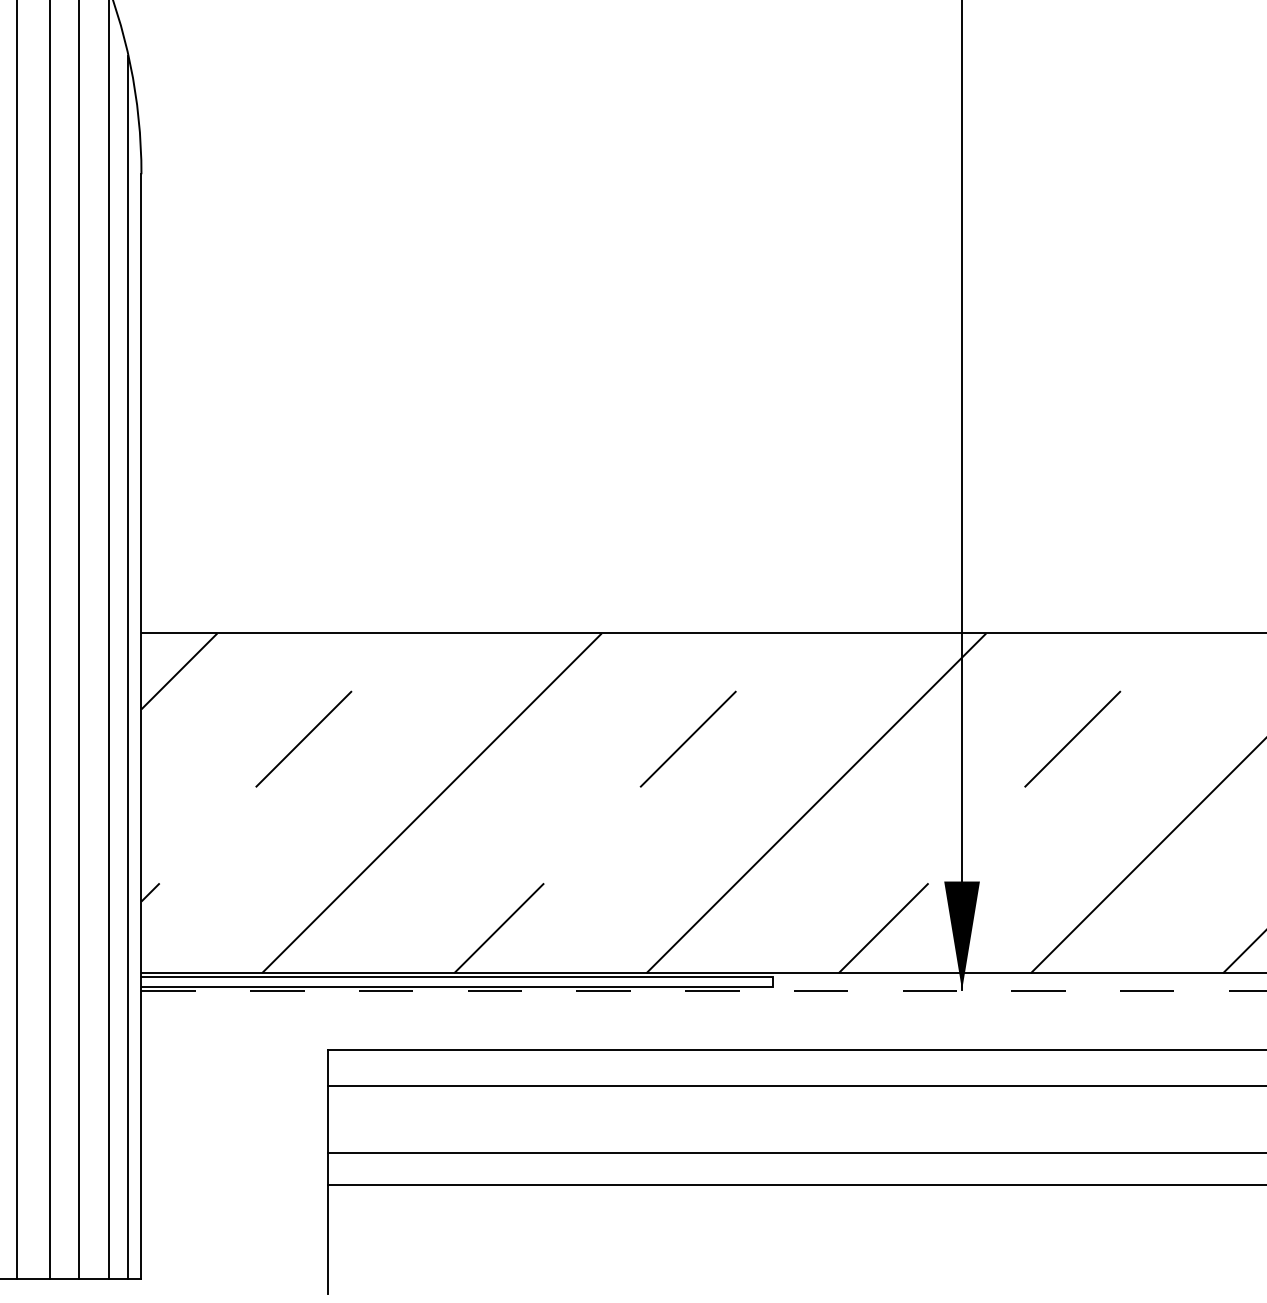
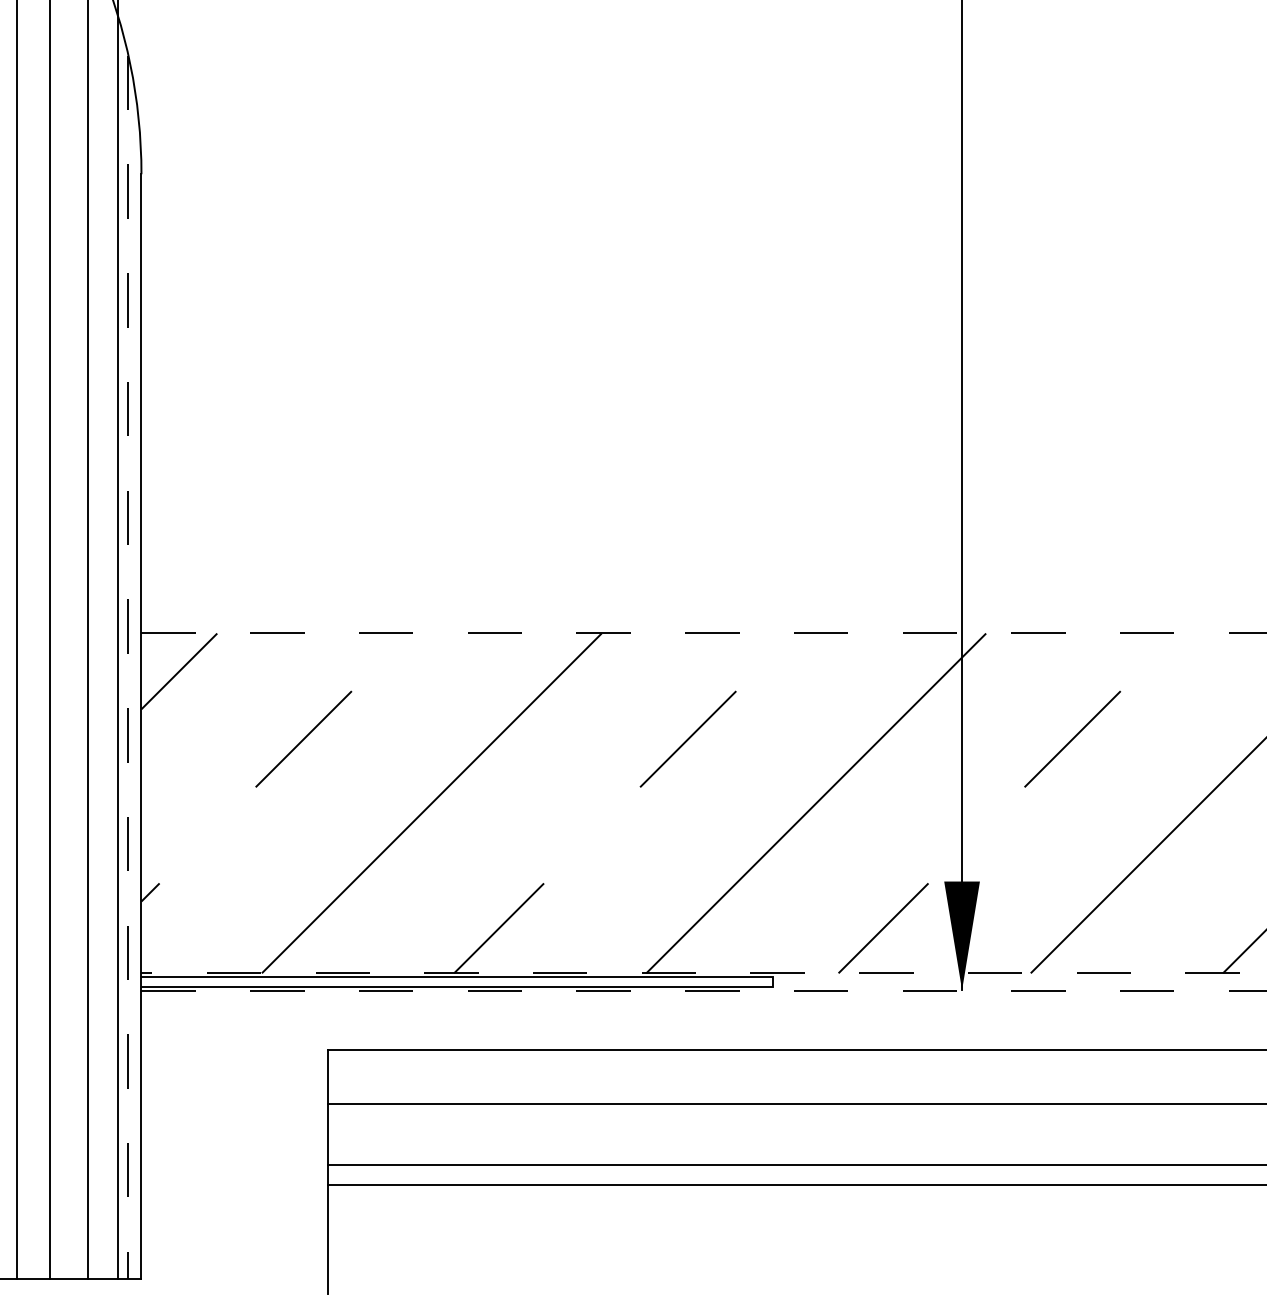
line at (704, 633): solid -> dashed
line at (79, 640) position: (79, 640) -> (88, 640)
line at (108, 640) position: (108, 640) -> (117, 640)
line at (128, 667): solid -> dashed
line at (703, 972): solid -> dashed
line at (795, 1085) position: (795, 1085) -> (795, 1103)
line at (795, 1152) position: (795, 1152) -> (795, 1164)
